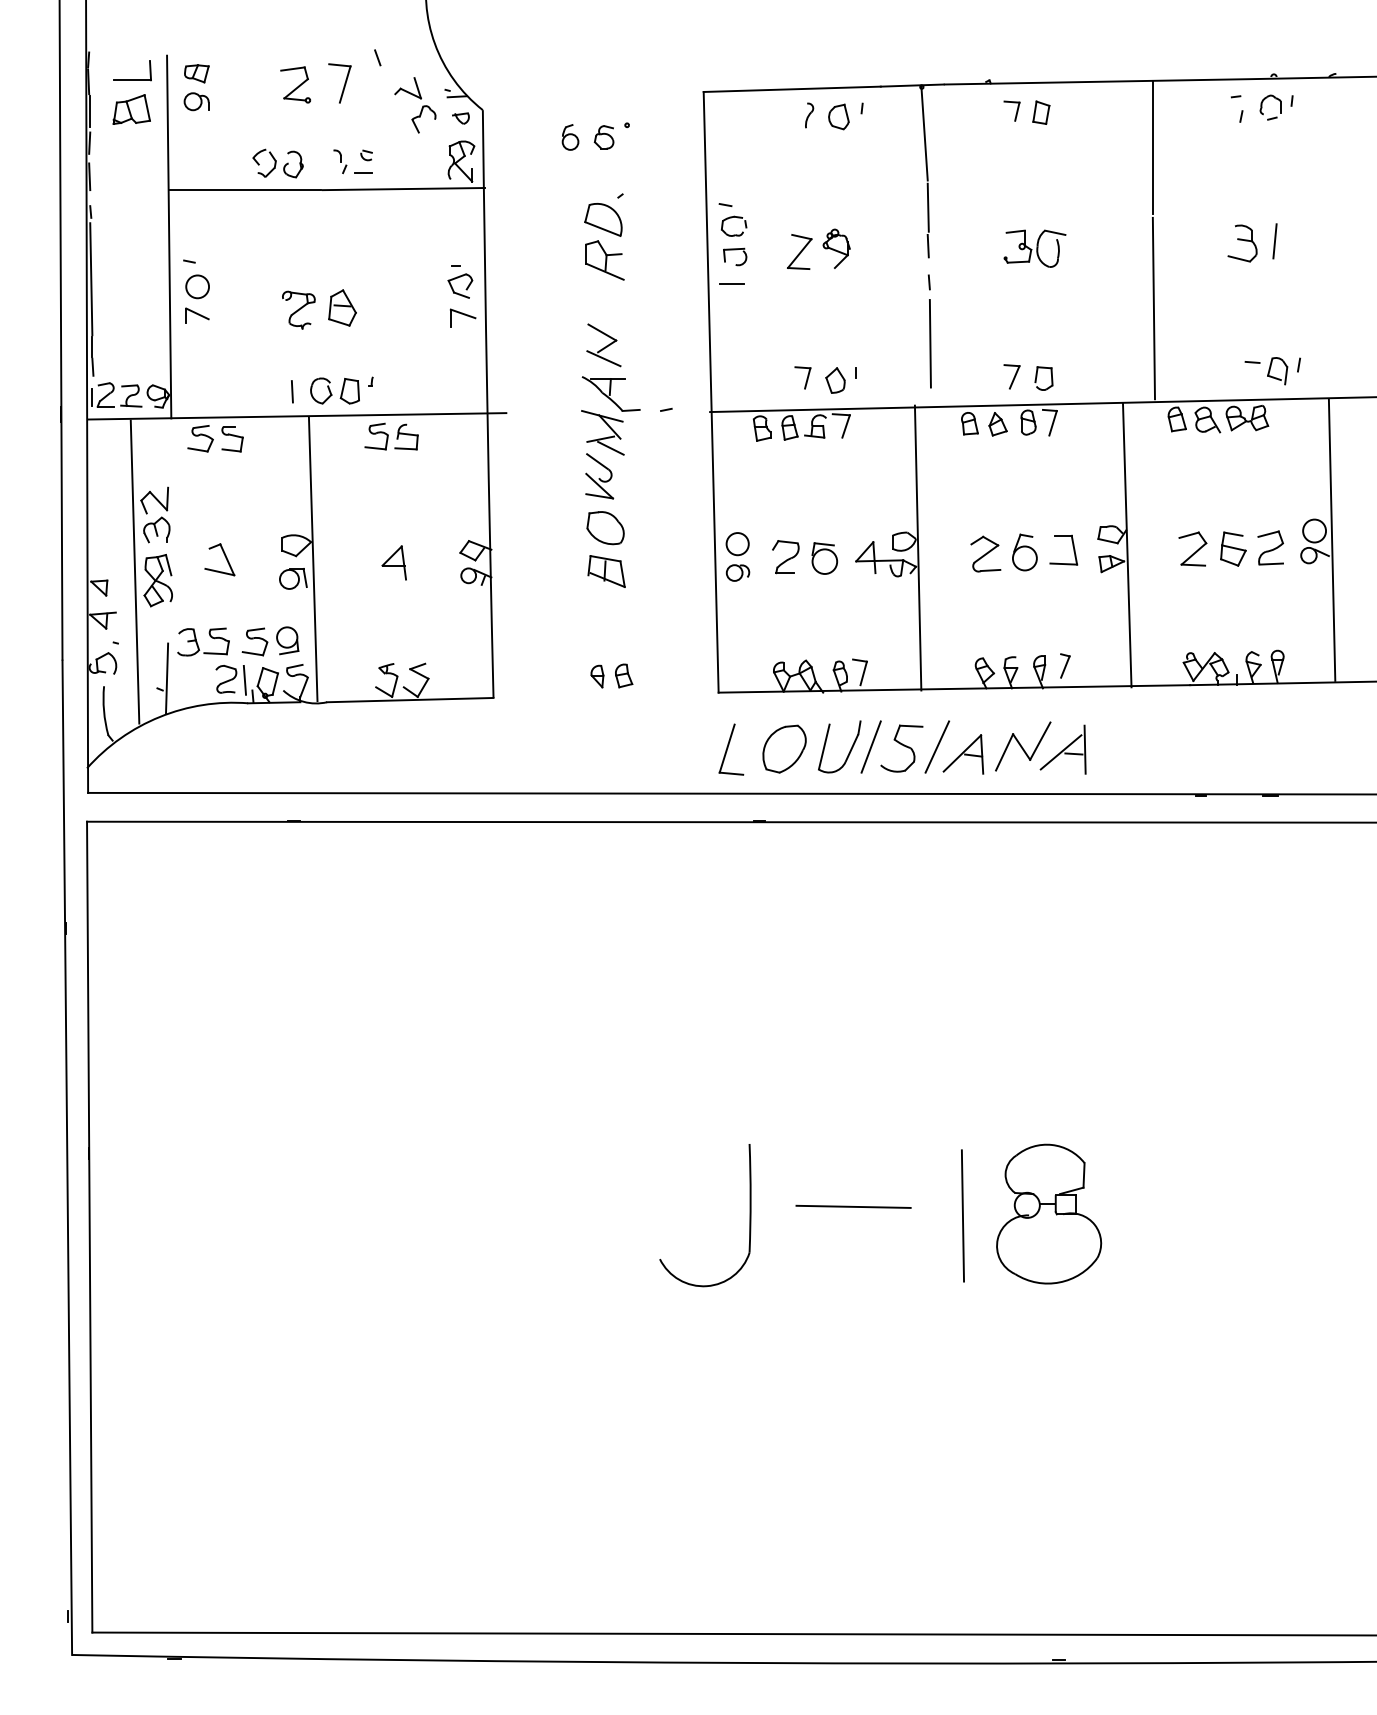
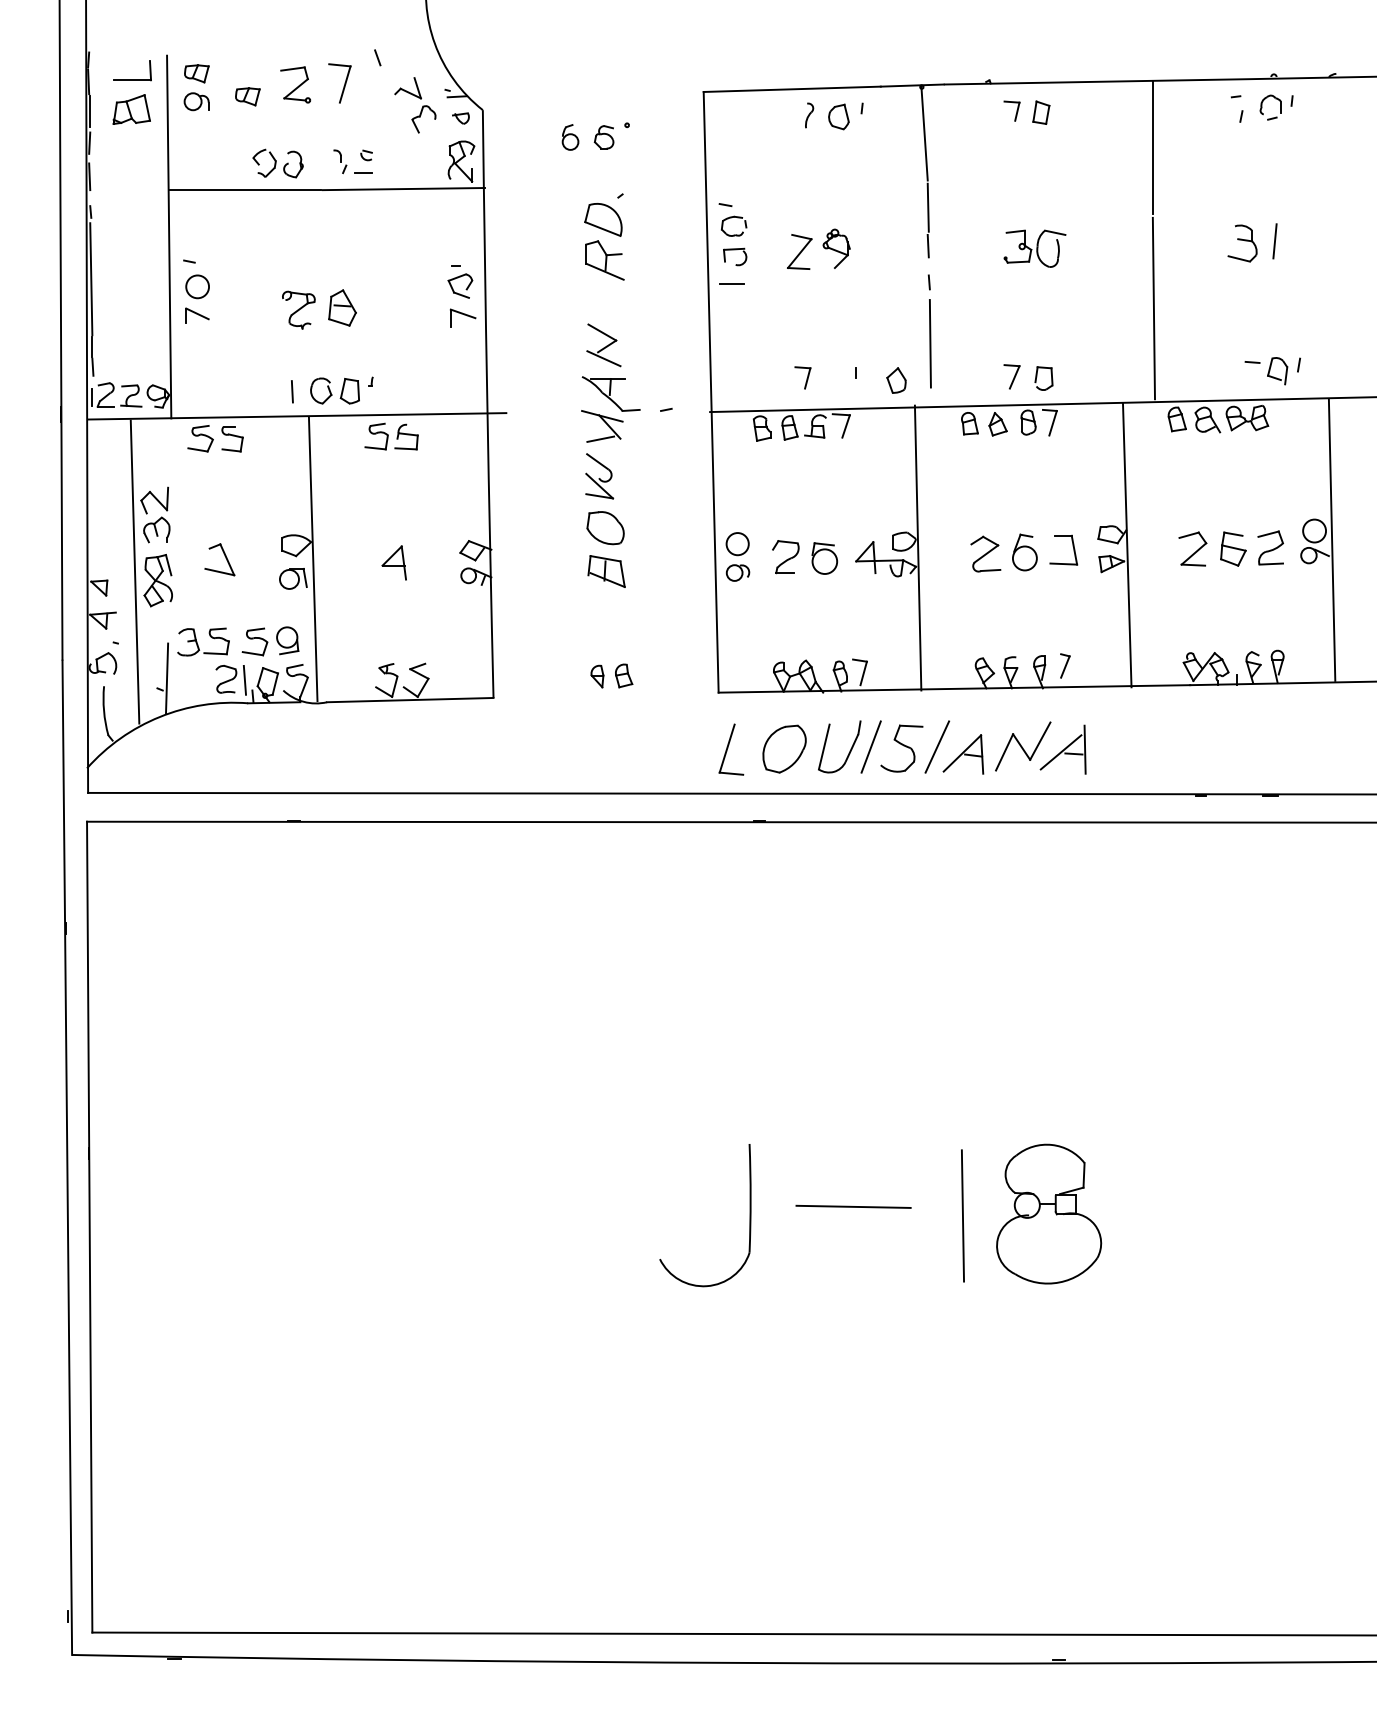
part at (247, 96): none -> present
part at (835, 380) position: (835, 380) -> (896, 380)
line at (610, 447): present -> none
